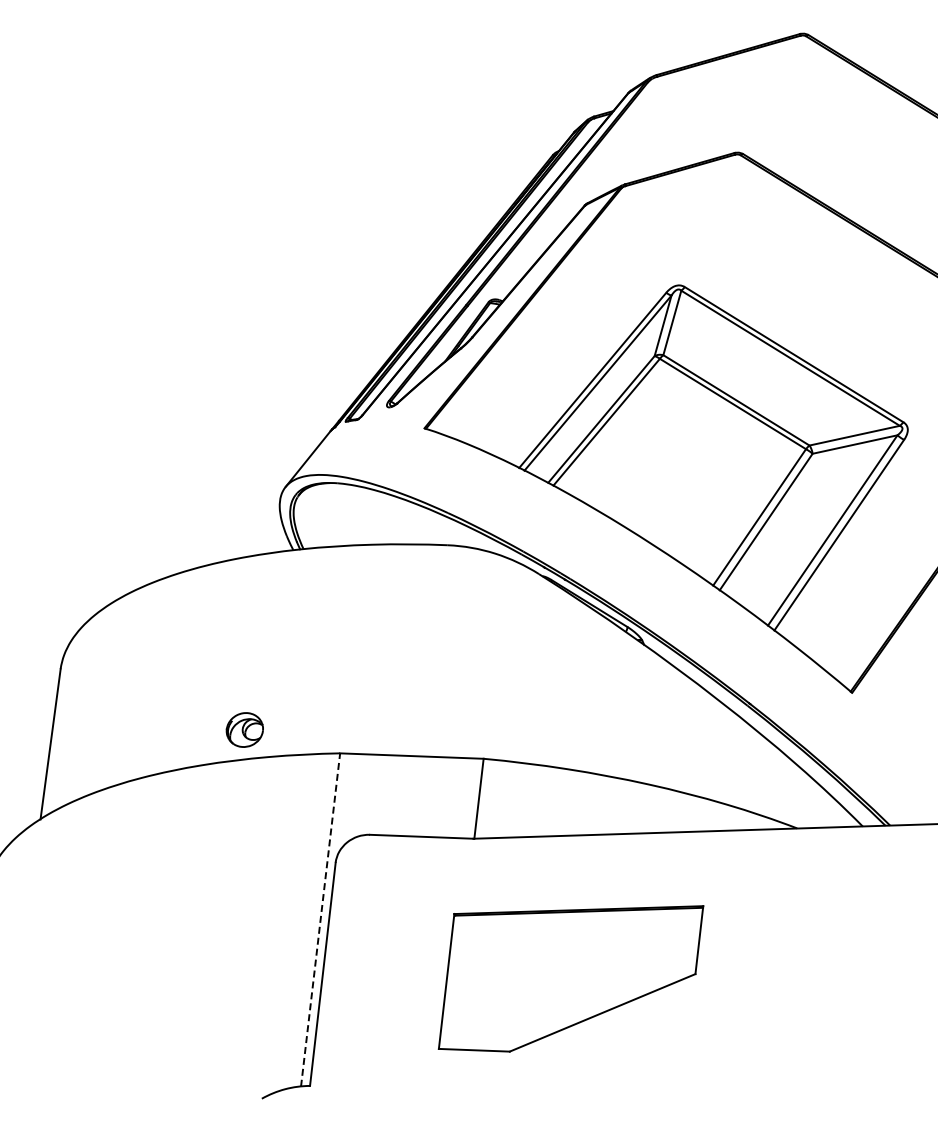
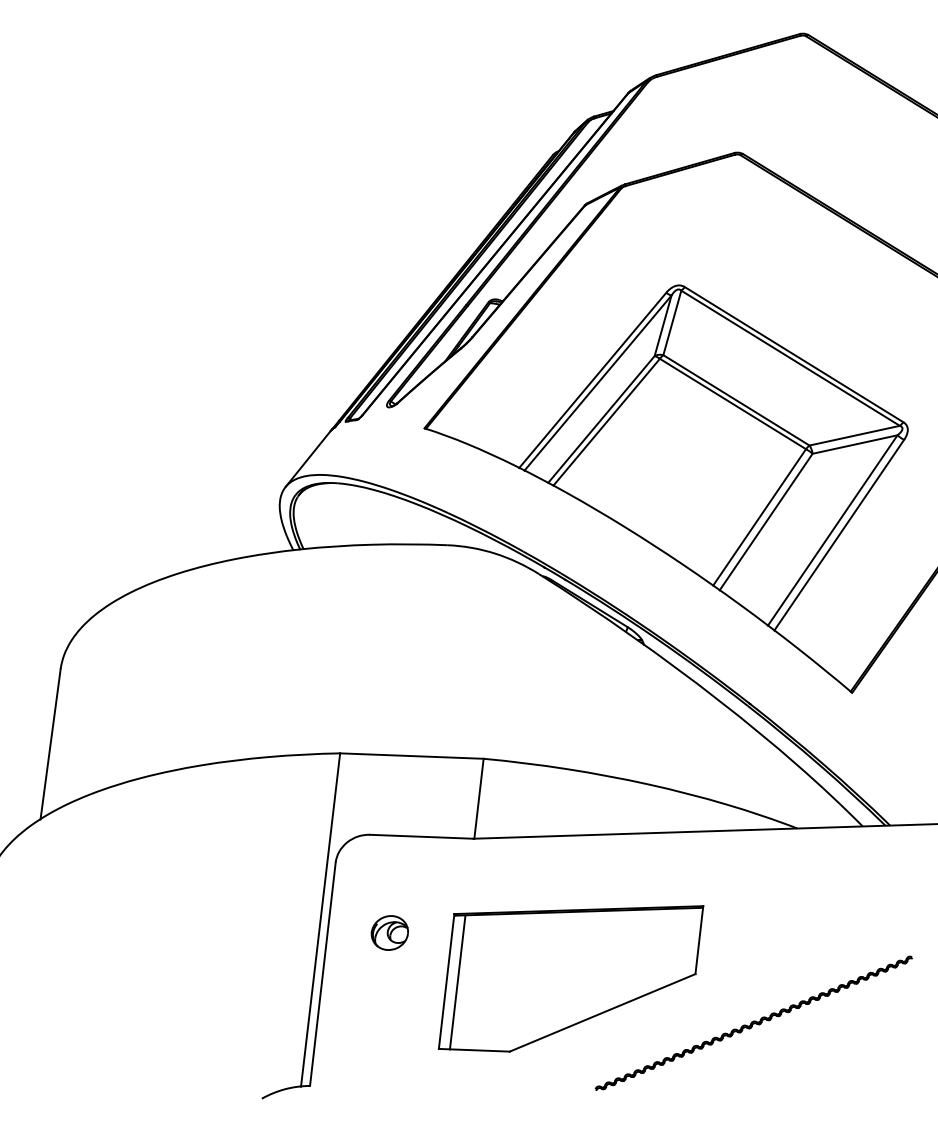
part at (244, 729) position: (244, 729) -> (389, 932)
line at (320, 920): dashed -> solid
line at (457, 982): none -> present
part at (753, 1022): none -> present
